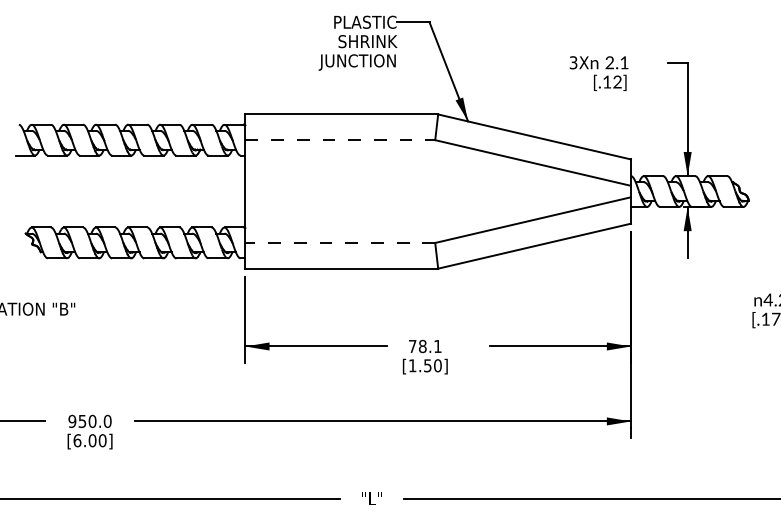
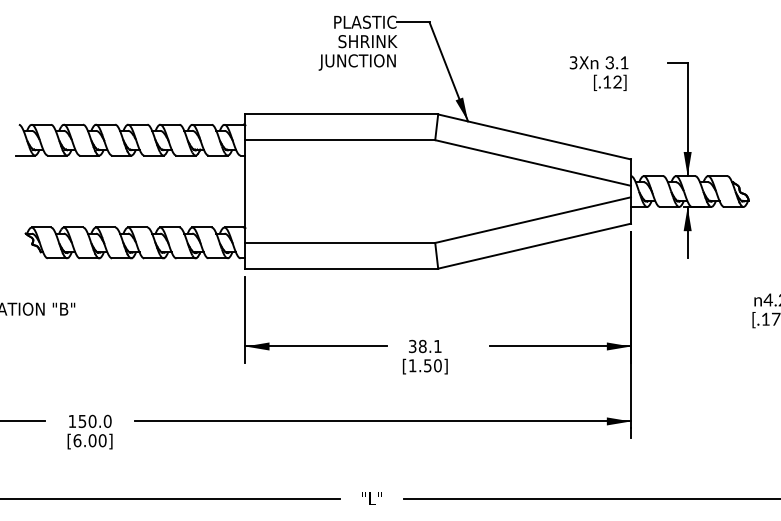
text at (609, 64): 2.1 -> 3.1
line at (340, 140): dashed -> solid
line at (340, 242): dashed -> solid
text at (412, 346): 78.1 -> 38.1
text at (72, 421): 950.0 -> 150.0
